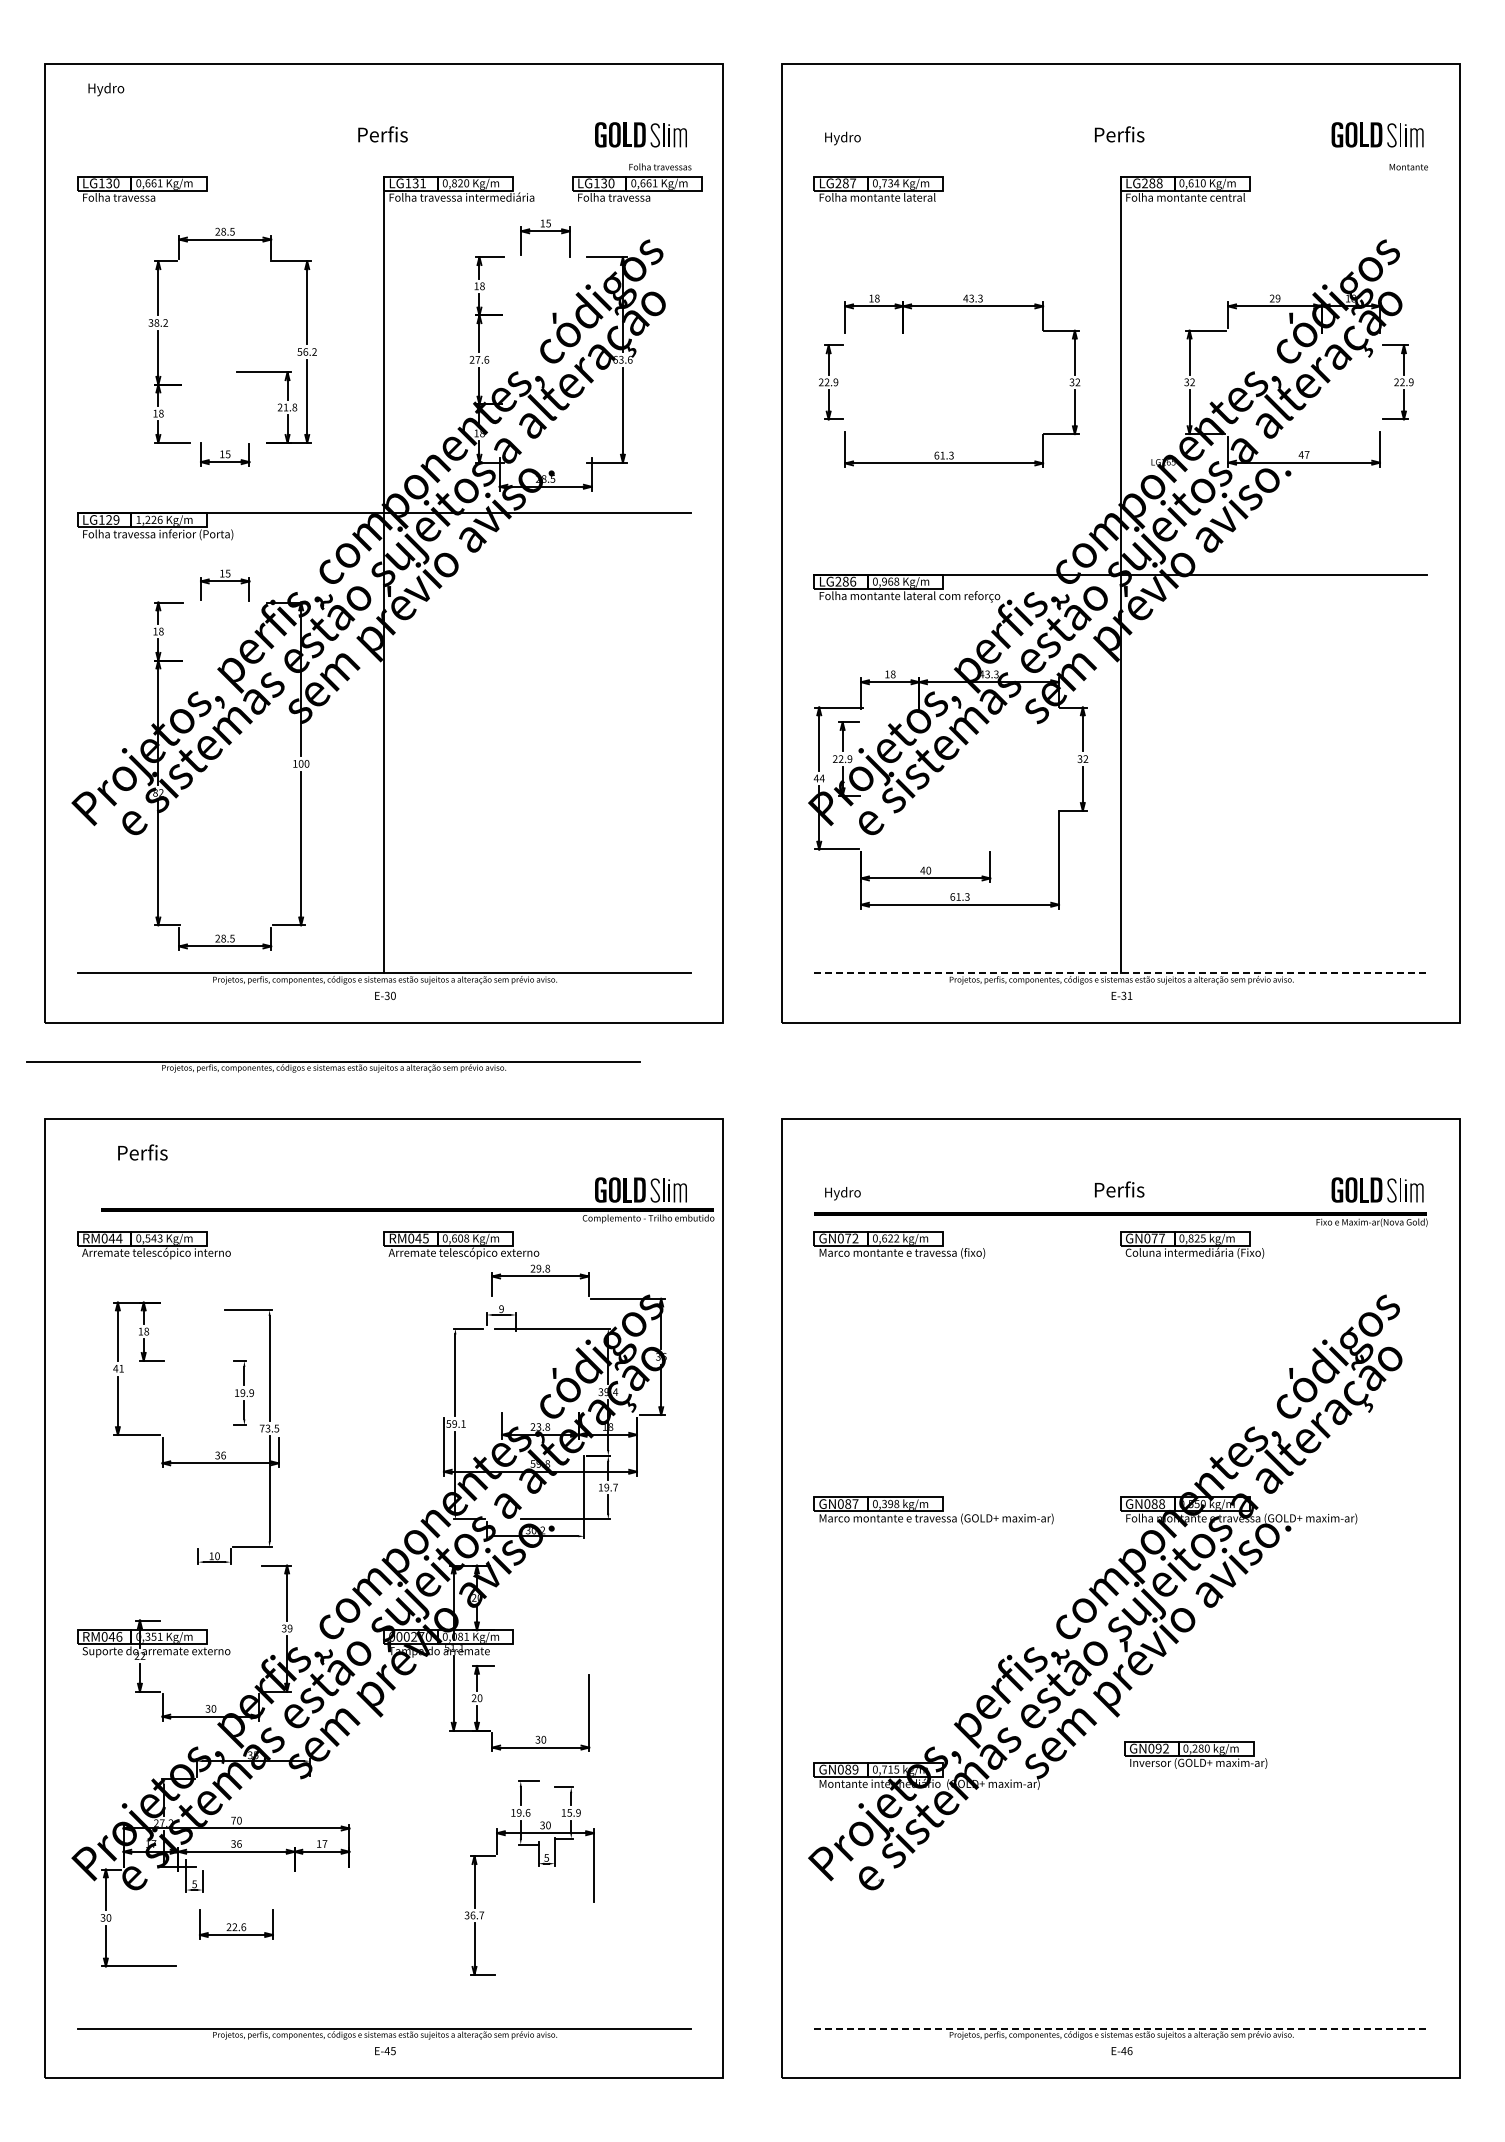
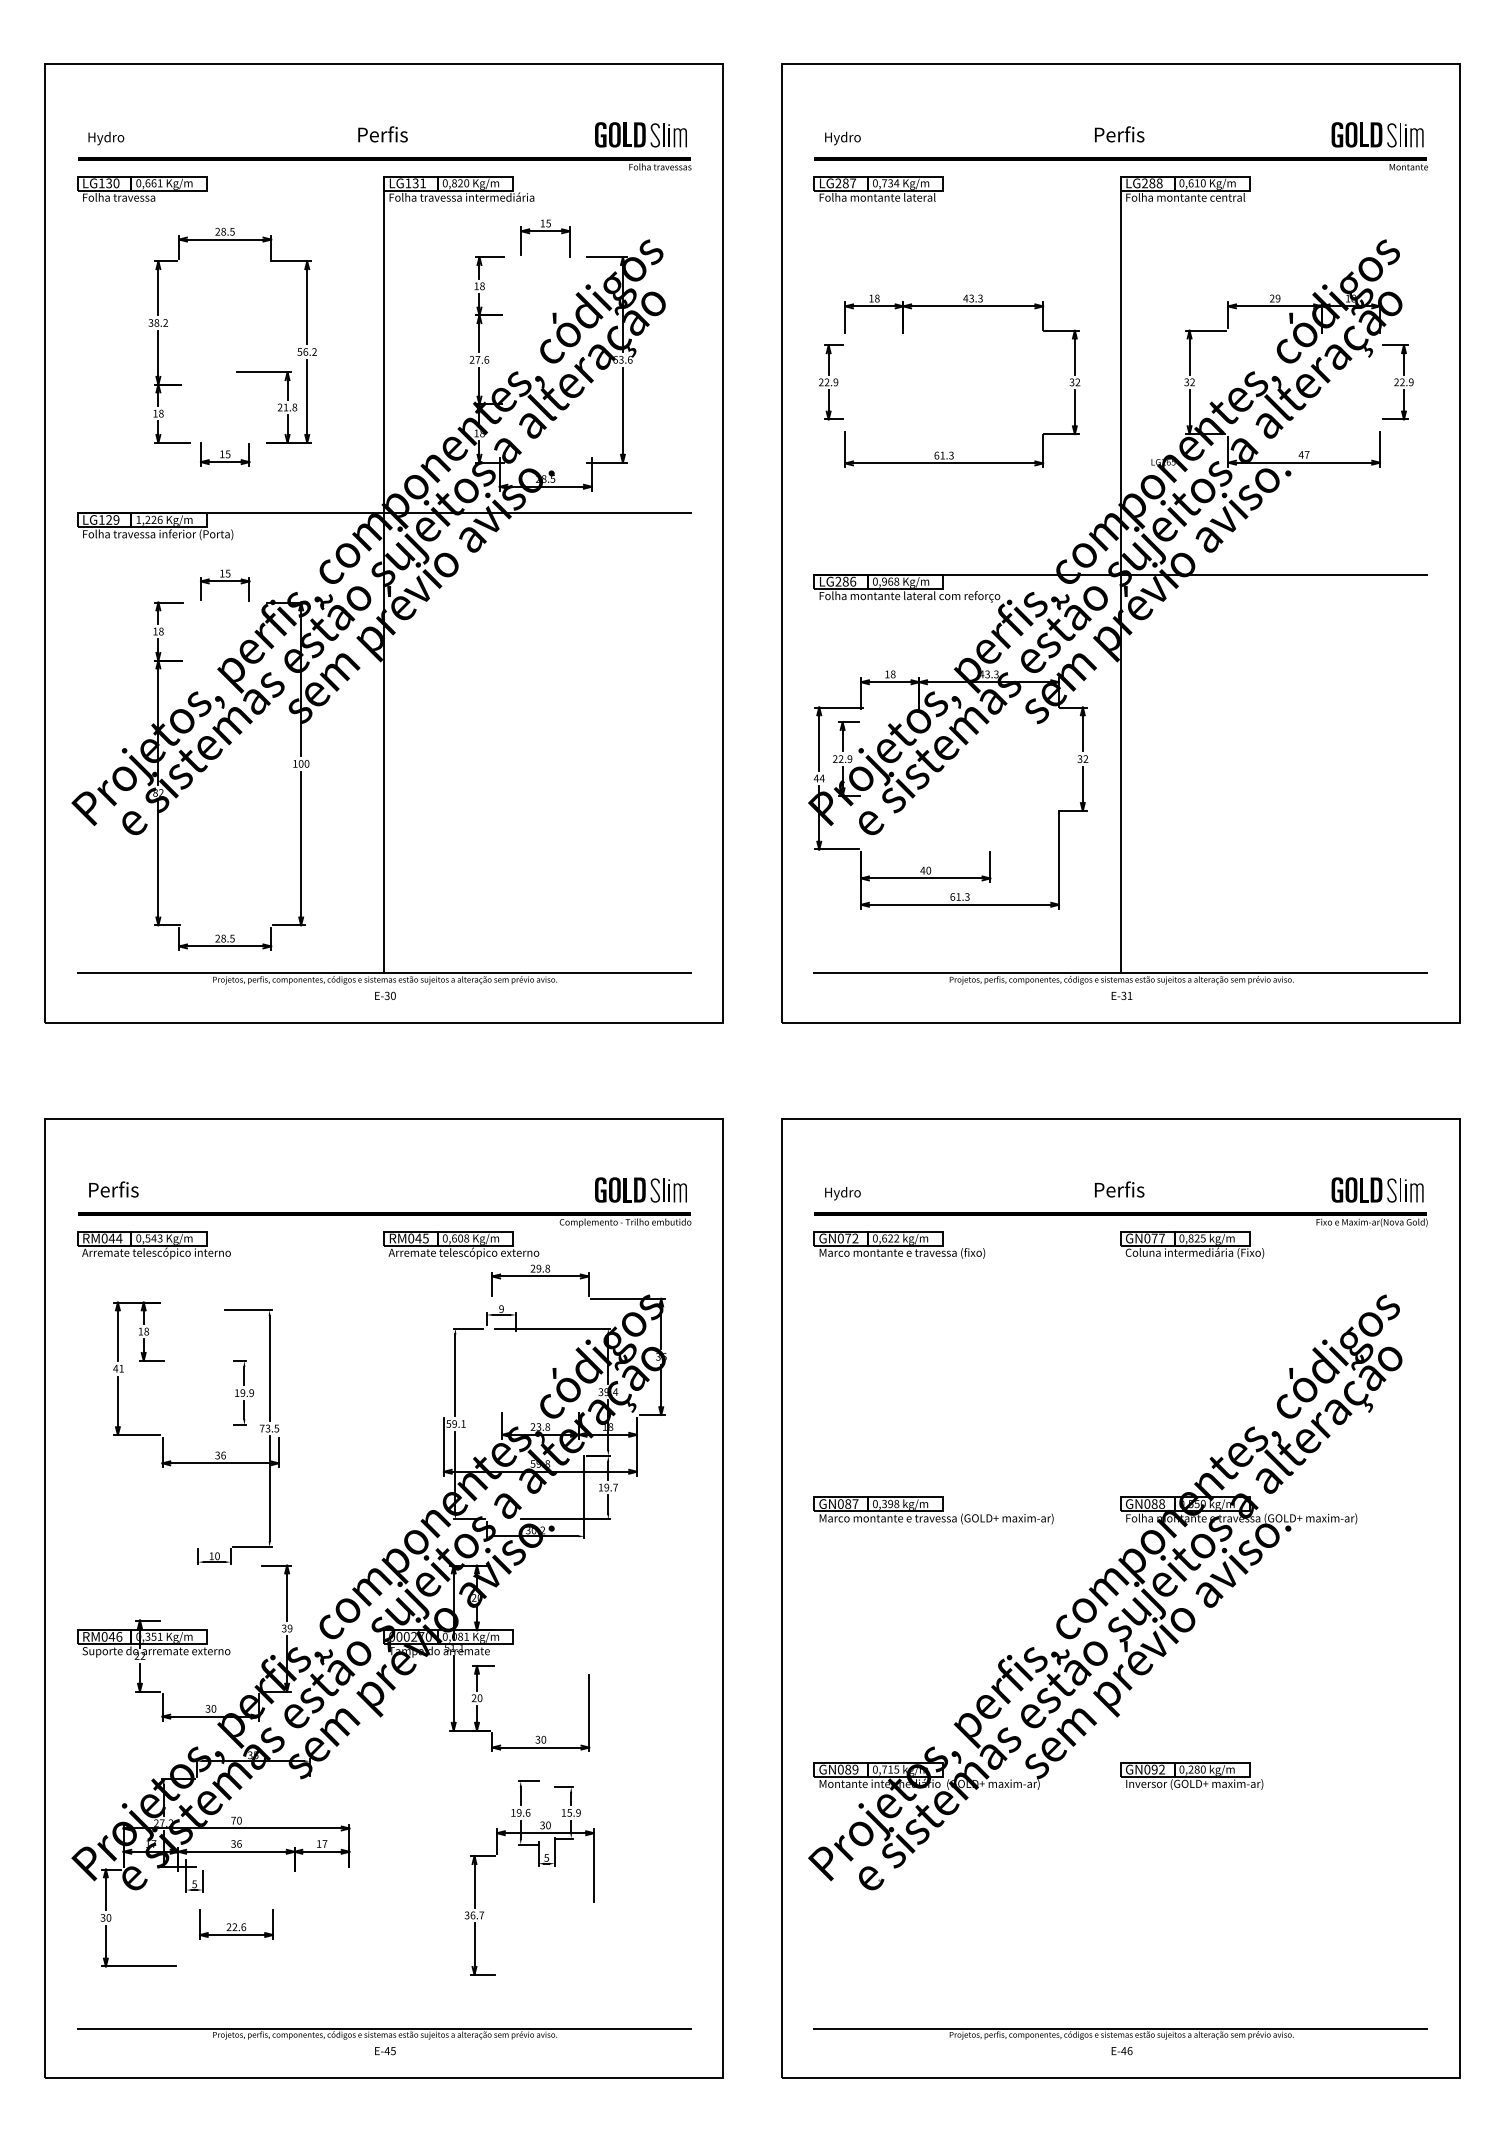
text at (106, 89) position: (106, 89) -> (106, 138)
fill at (383, 158): none -> present
fill at (1120, 158): none -> present
part at (637, 188): present -> none
line at (1120, 973): dashed -> solid
part at (333, 1066): present -> none
text at (142, 1152) position: (142, 1152) -> (113, 1189)
text at (407, 1215) position: (407, 1215) -> (384, 1219)
part at (1195, 1754) position: (1195, 1754) -> (1191, 1775)
line at (1120, 2028): dashed -> solid
